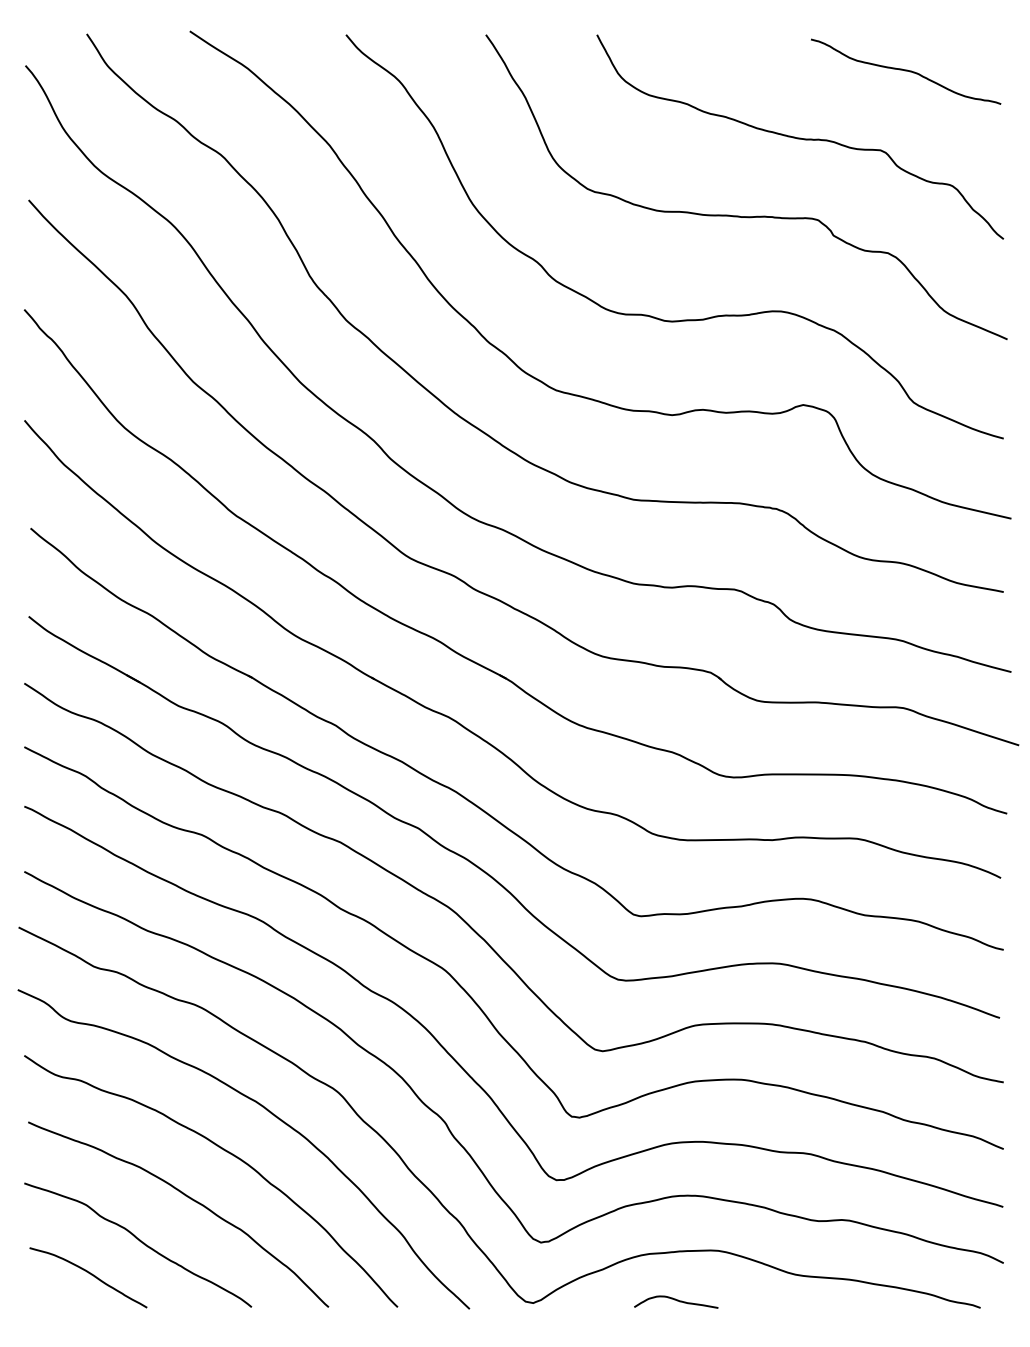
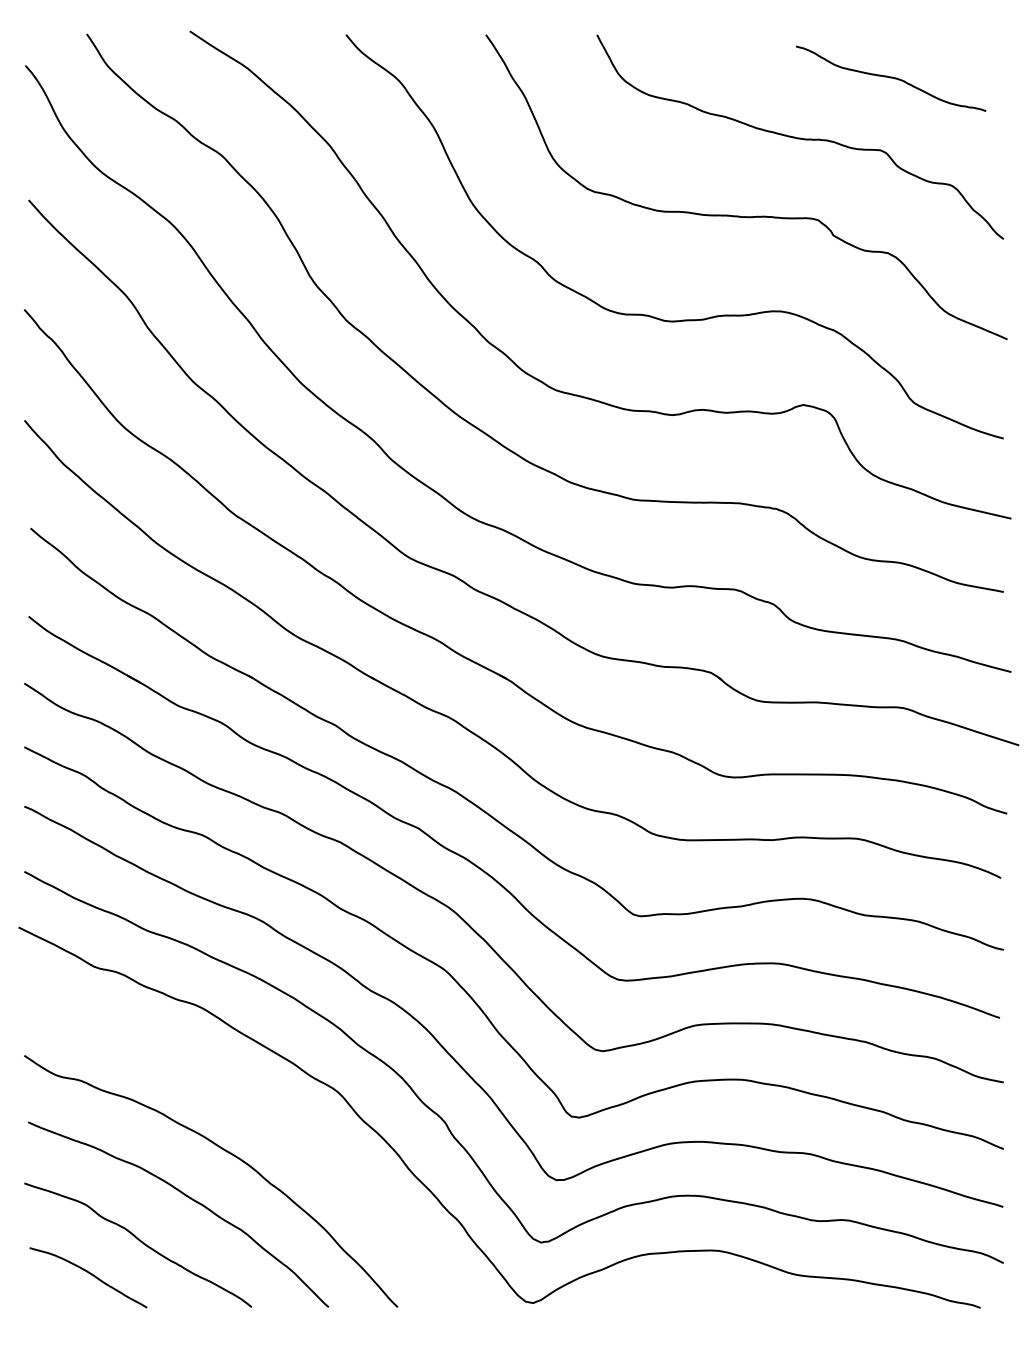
curve at (906, 71) position: (906, 71) -> (891, 78)
curve at (271, 1114): present -> none
curve at (676, 1300): present -> none
